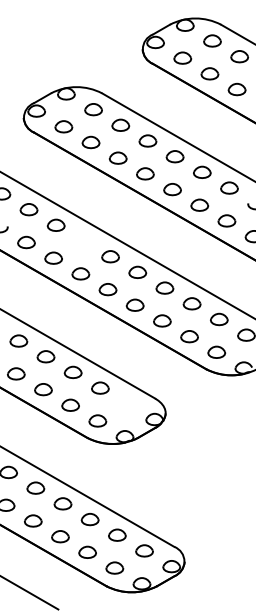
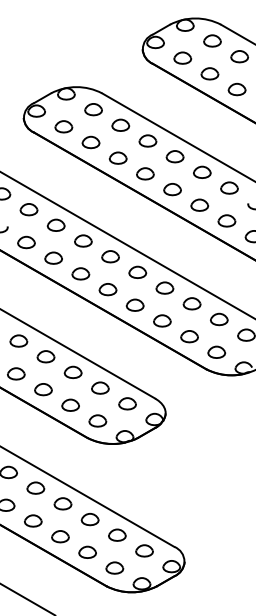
part at (83, 240): none -> present
part at (127, 403): none -> present
line at (30, 592) position: (30, 592) -> (26, 598)
